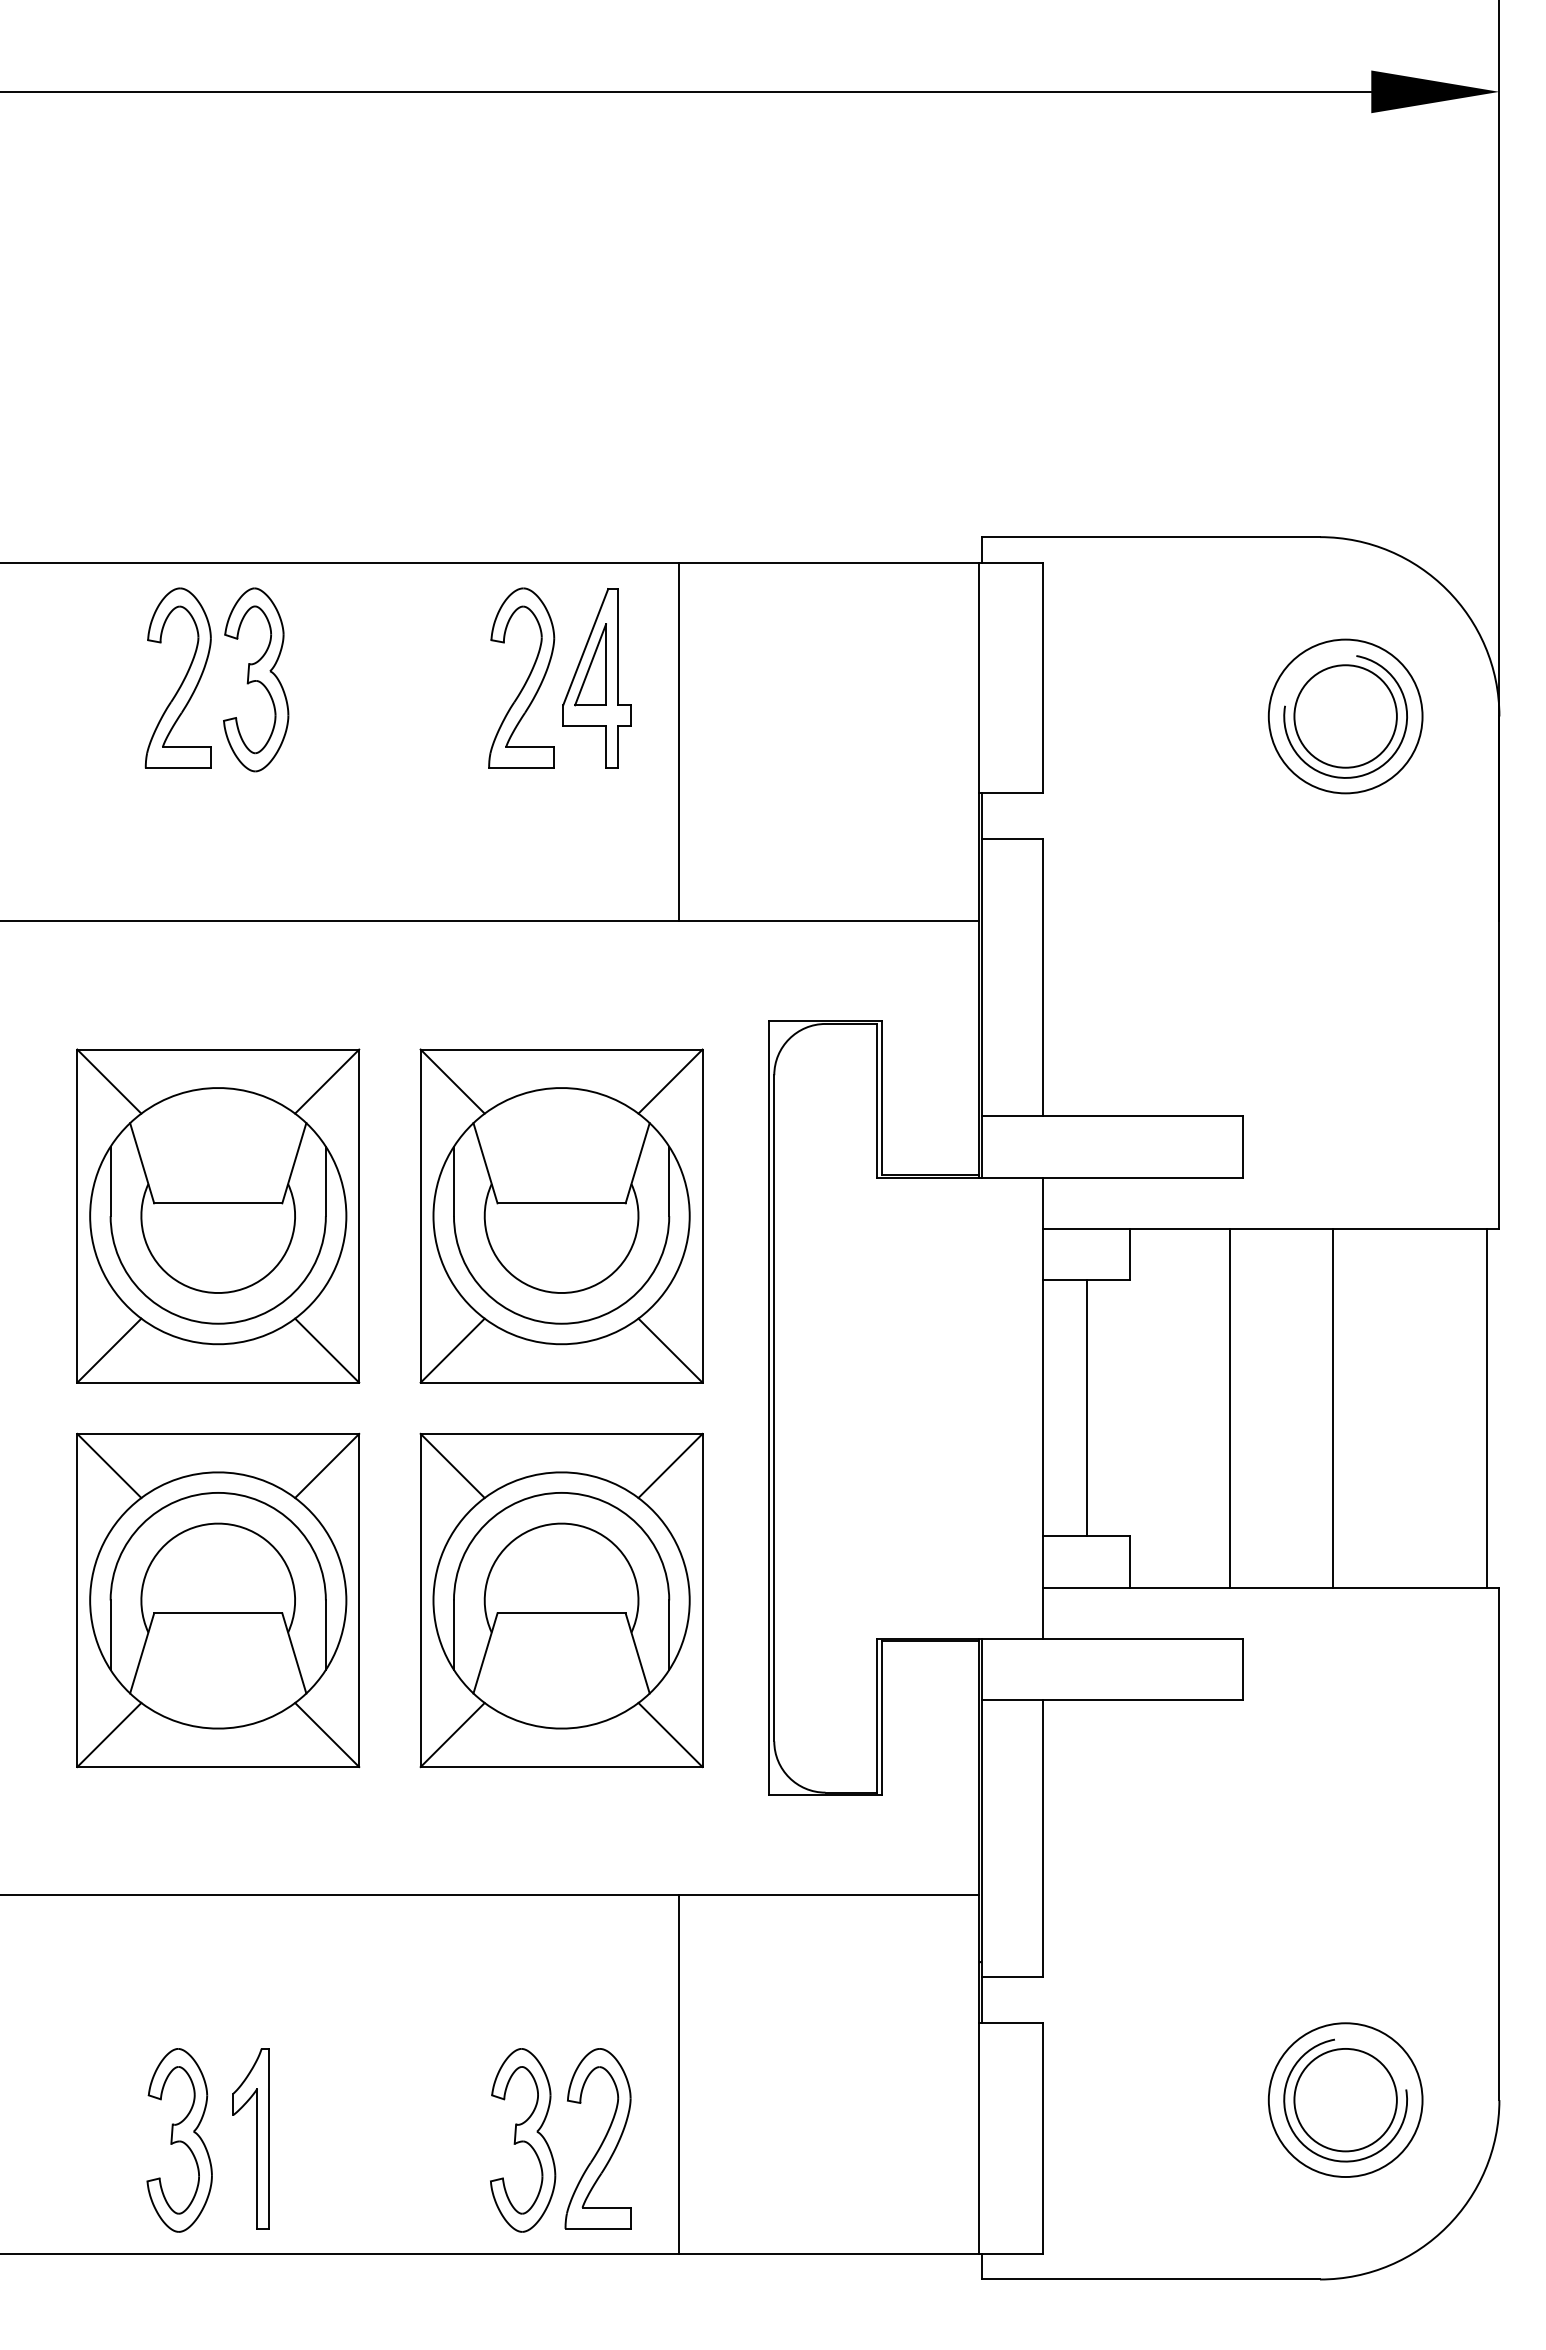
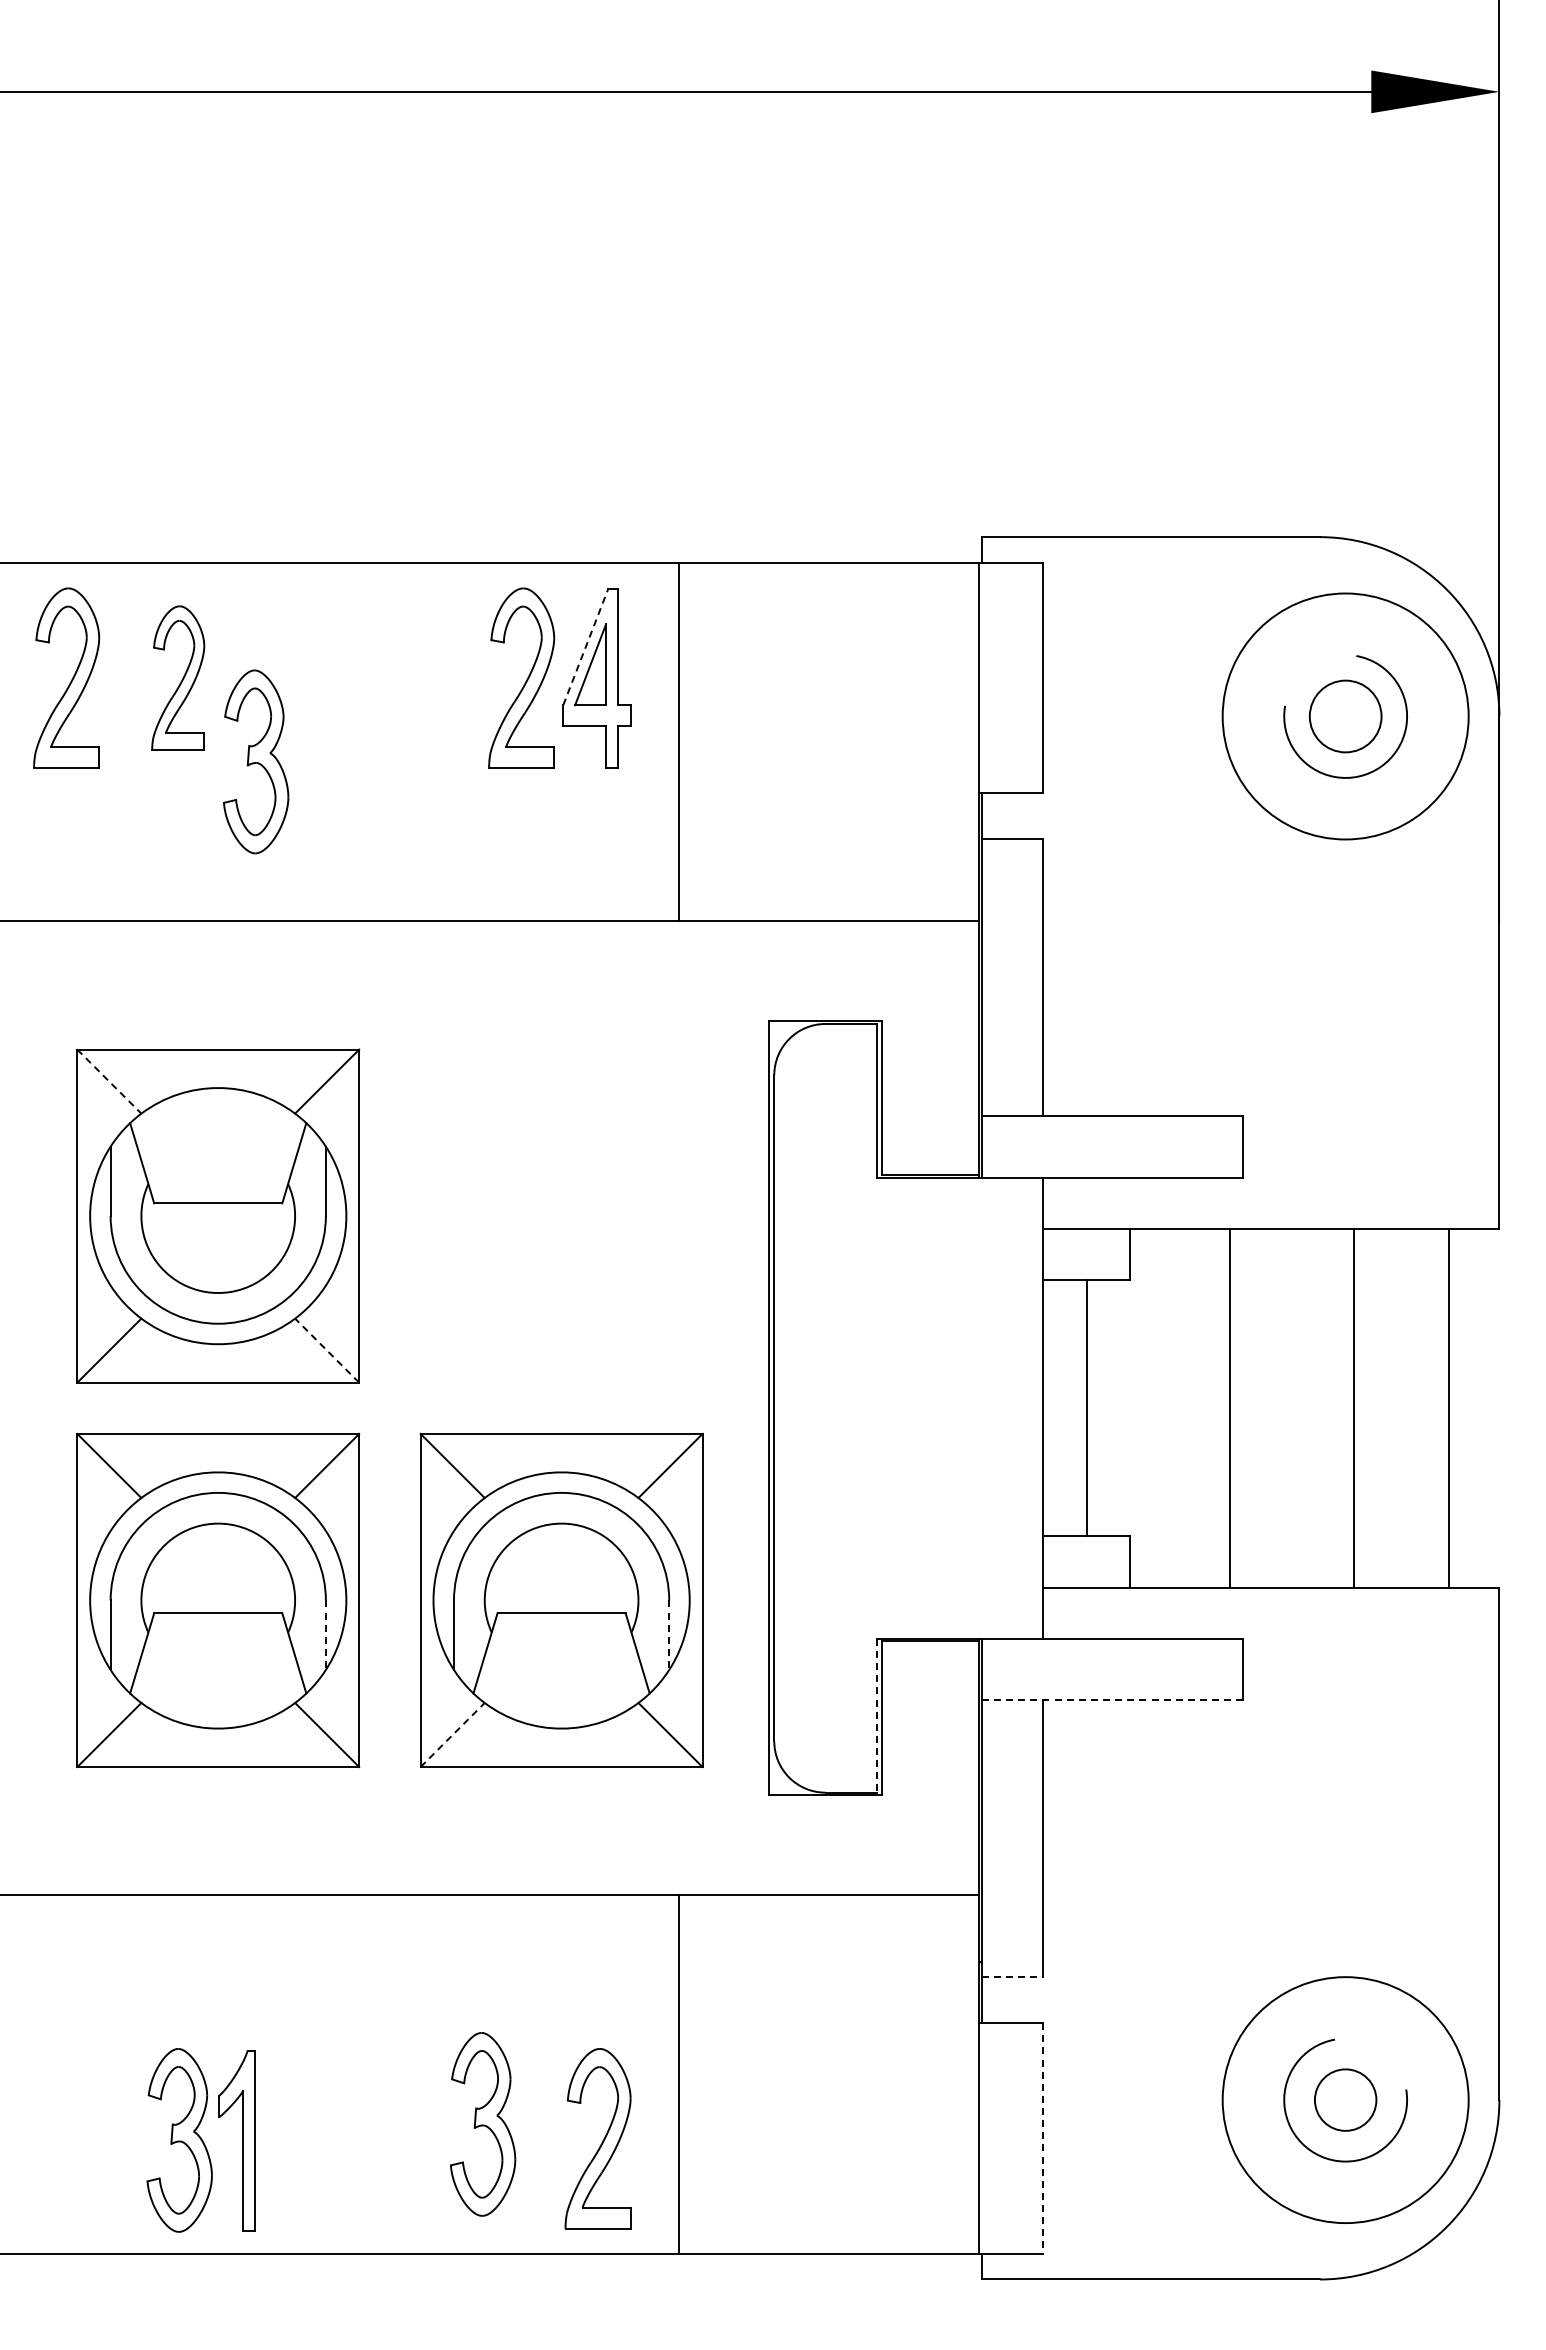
line at (585, 646): solid -> dashed
part at (66, 677): none -> present
part at (177, 677) size: 68x182 px -> 55x146 px
part at (256, 679) position: (256, 679) -> (256, 761)
circle at (1345, 716) diameter: 102 px -> 72 px
circle at (1345, 716) diameter: 154 px -> 246 px
line at (109, 1081): solid -> dashed
part at (561, 1215): present -> none
line at (326, 1350): solid -> dashed
line at (1332, 1407) position: (1332, 1407) -> (1353, 1407)
line at (1486, 1407) position: (1486, 1407) -> (1448, 1407)
line at (325, 1635): solid -> dashed
line at (669, 1635): solid -> dashed
line at (1112, 1700): solid -> dashed
line at (876, 1715): solid -> dashed
line at (453, 1734): solid -> dashed
line at (1012, 1977): solid -> dashed
circle at (1345, 2099) diameter: 102 px -> 61 px
circle at (1345, 2100) diameter: 154 px -> 246 px
part at (250, 2138) position: (250, 2138) -> (236, 2140)
line at (1042, 2139): solid -> dashed
part at (523, 2140) position: (523, 2140) -> (483, 2124)
